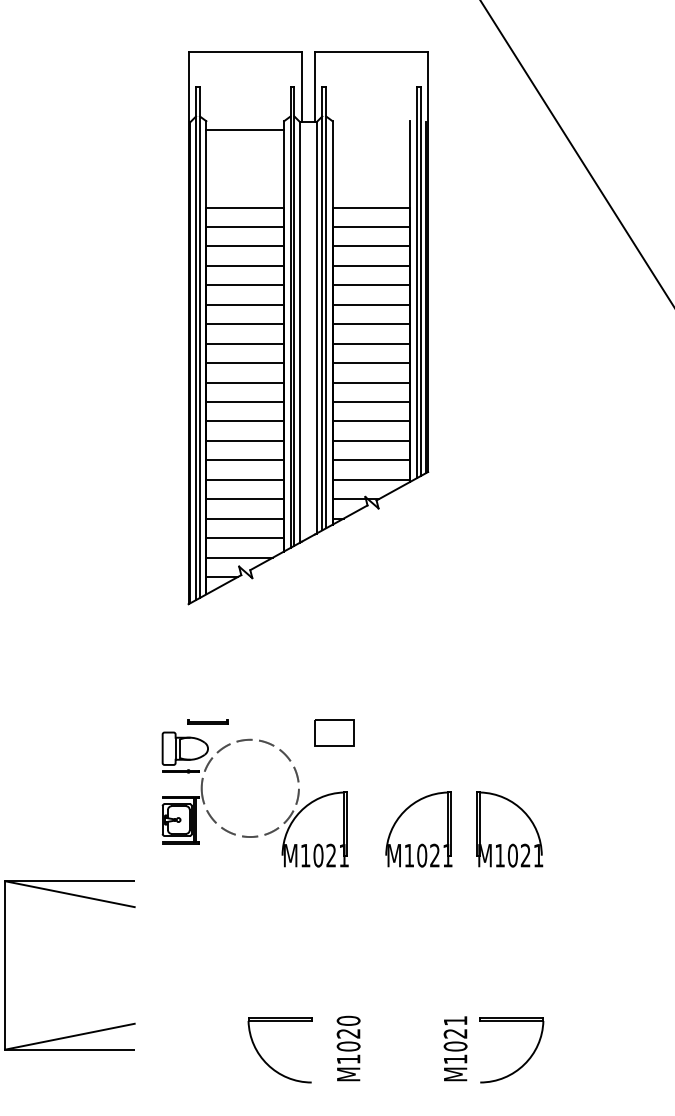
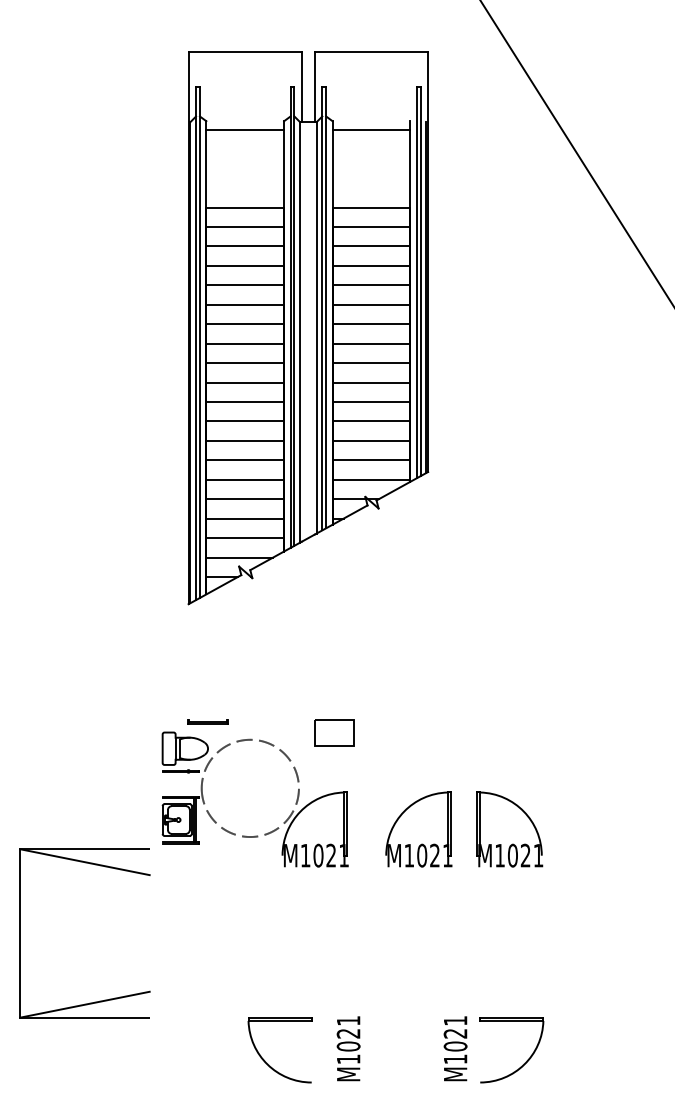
line at (371, 129): none -> present
part at (5, 965) position: (5, 965) -> (20, 933)
text at (348, 1020): M1020 -> M1021
